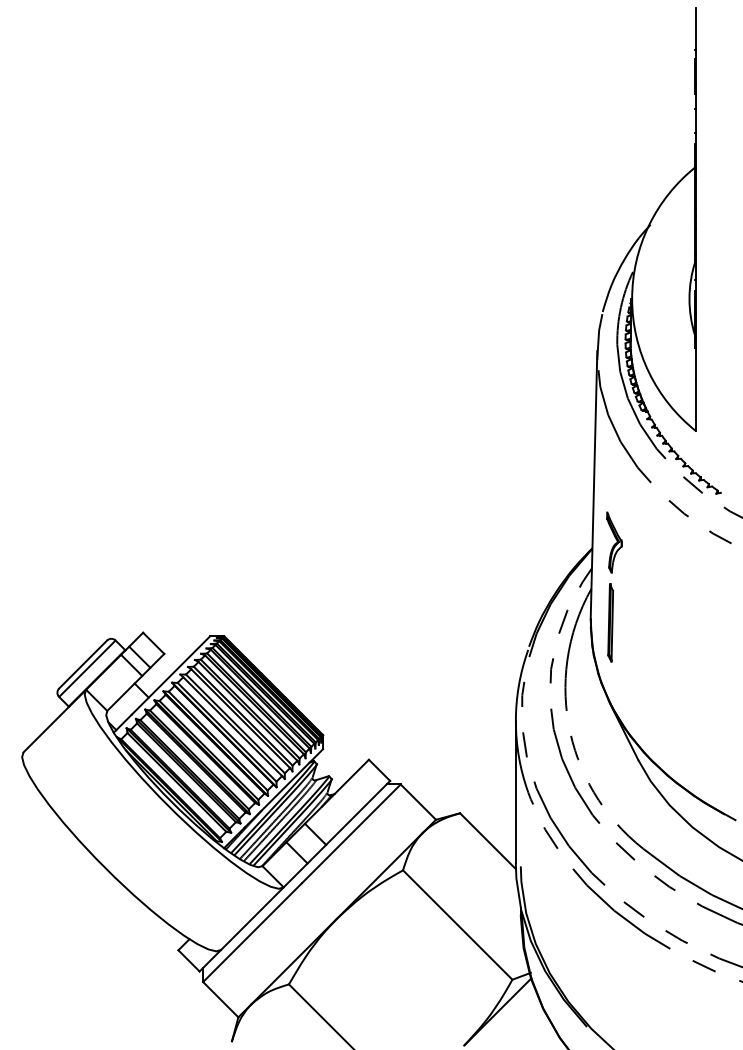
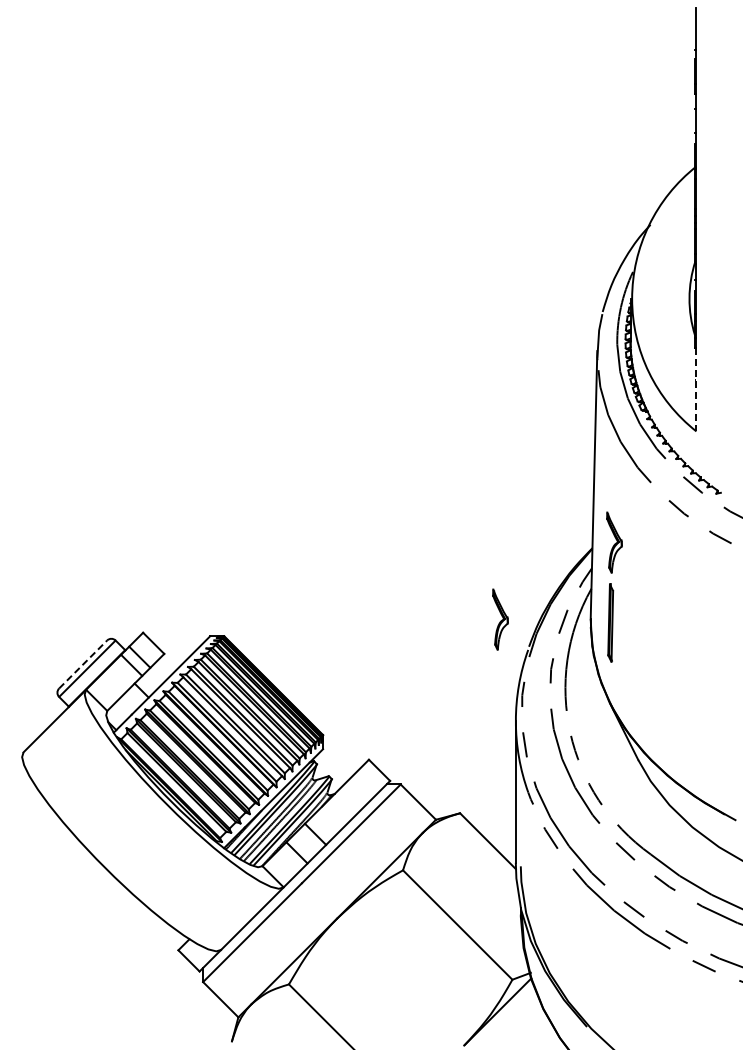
line at (696, 389): solid -> dashed
part at (500, 619): none -> present
line at (83, 664): solid -> dashed
